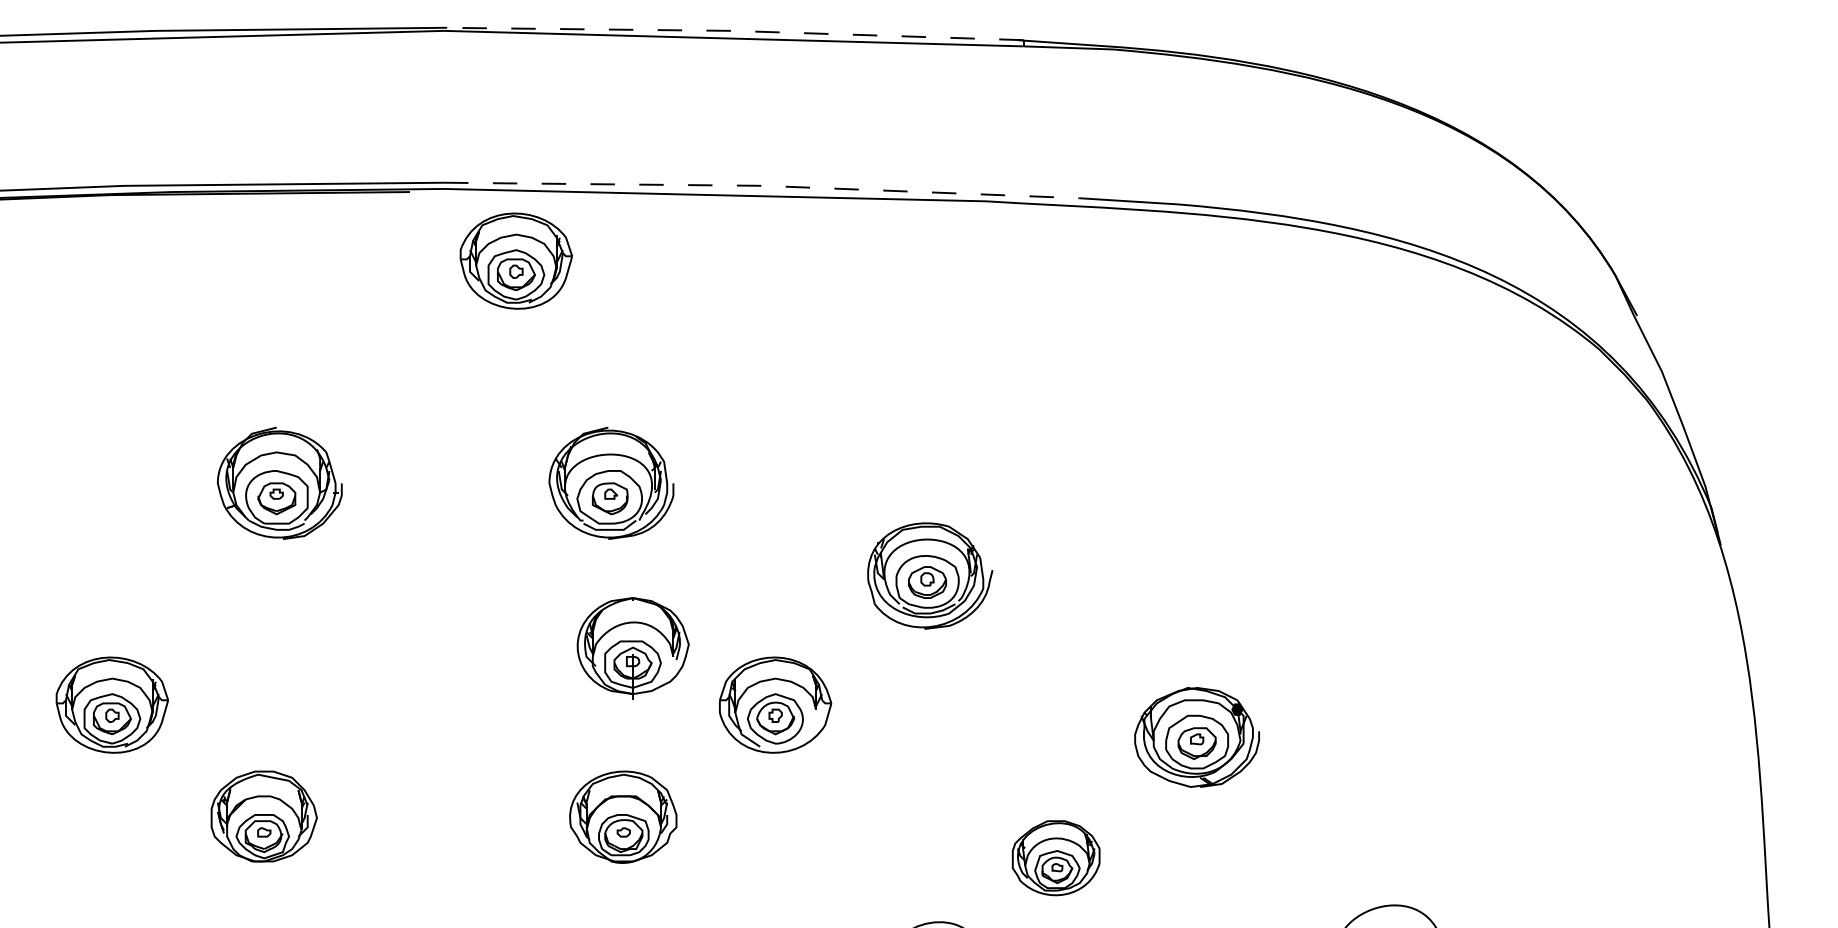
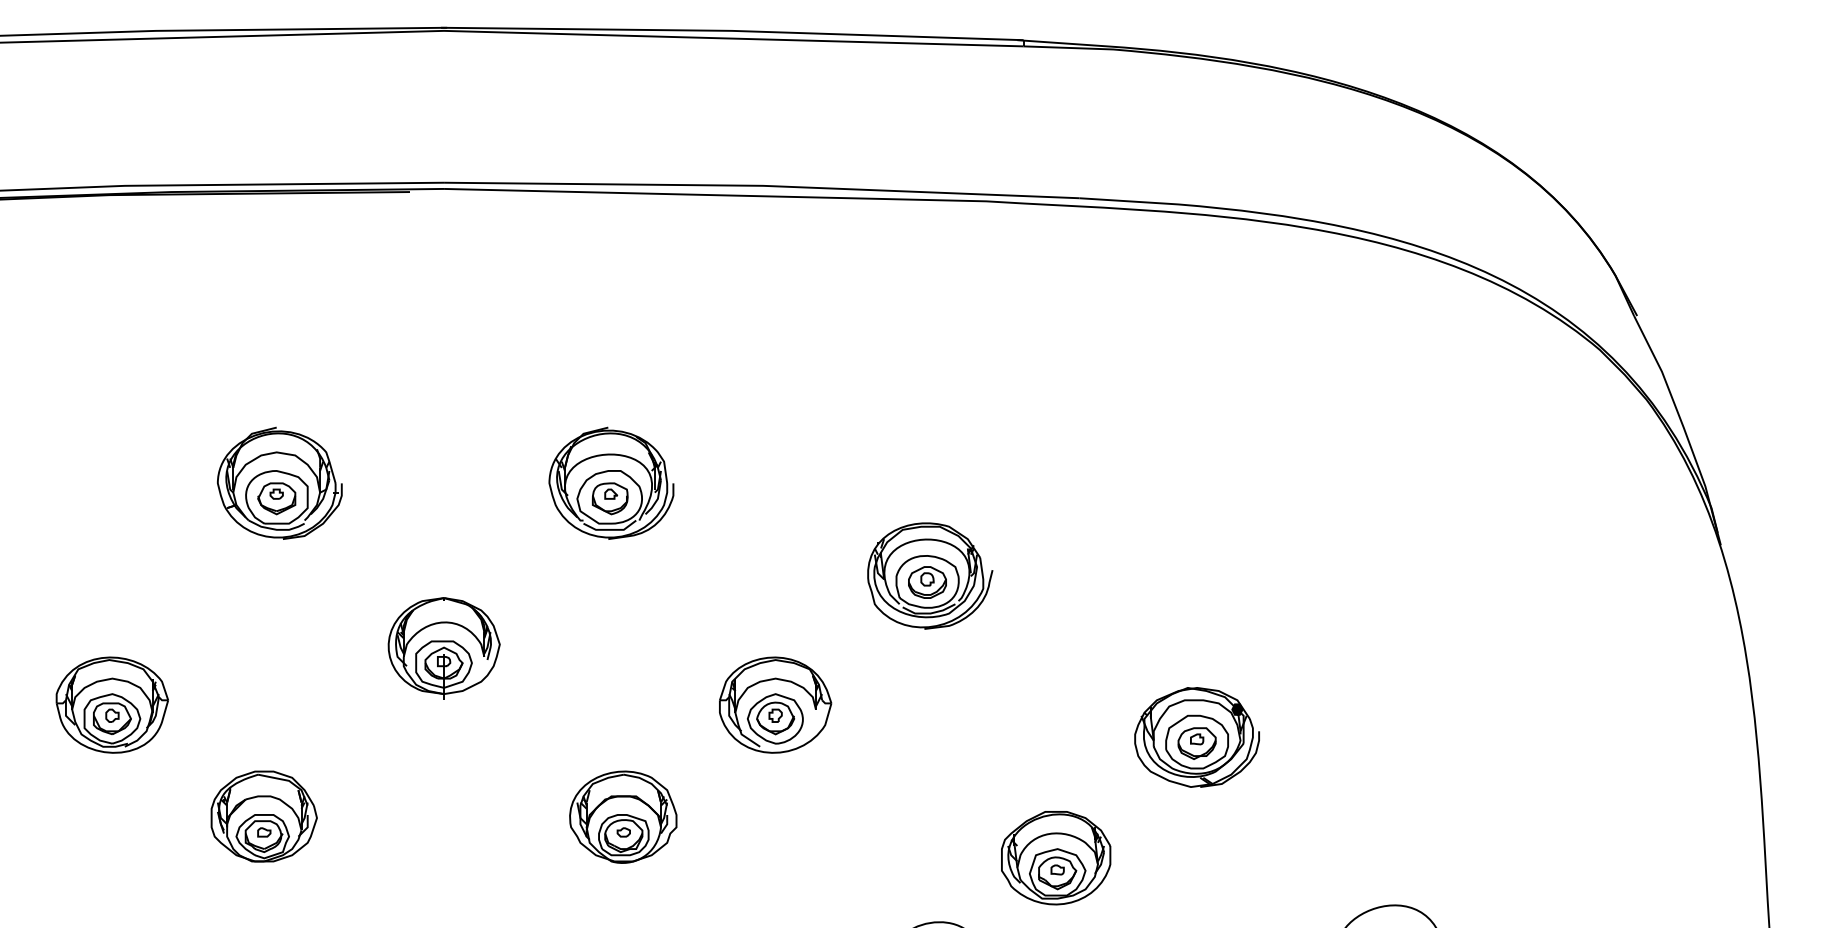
line at (732, 30): dashed -> solid
line at (762, 185): dashed -> solid
part at (515, 260): present -> none
part at (632, 648) position: (632, 648) -> (443, 648)
part at (1055, 858) size: 90x77 px -> 111x95 px
